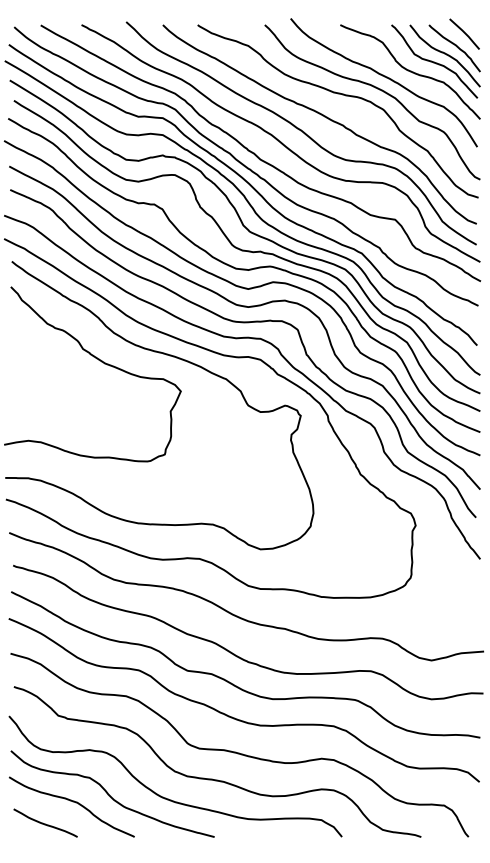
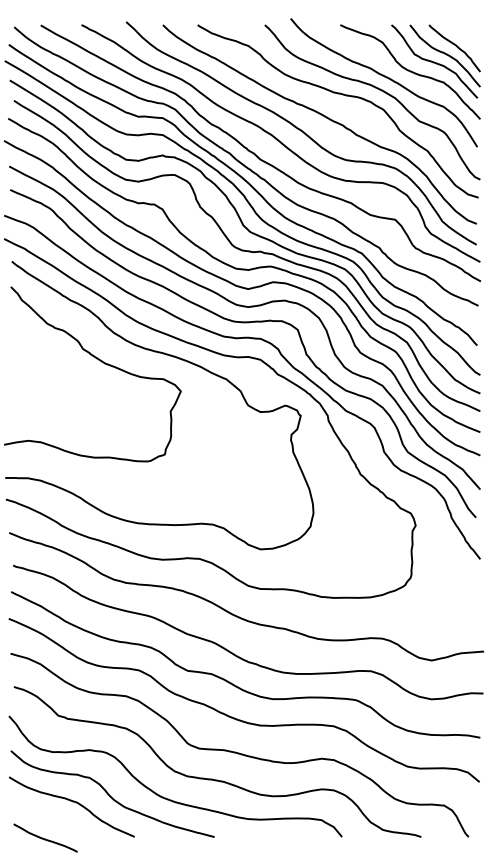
line at (464, 33): present -> none
curve at (45, 823) position: (45, 823) -> (45, 838)
